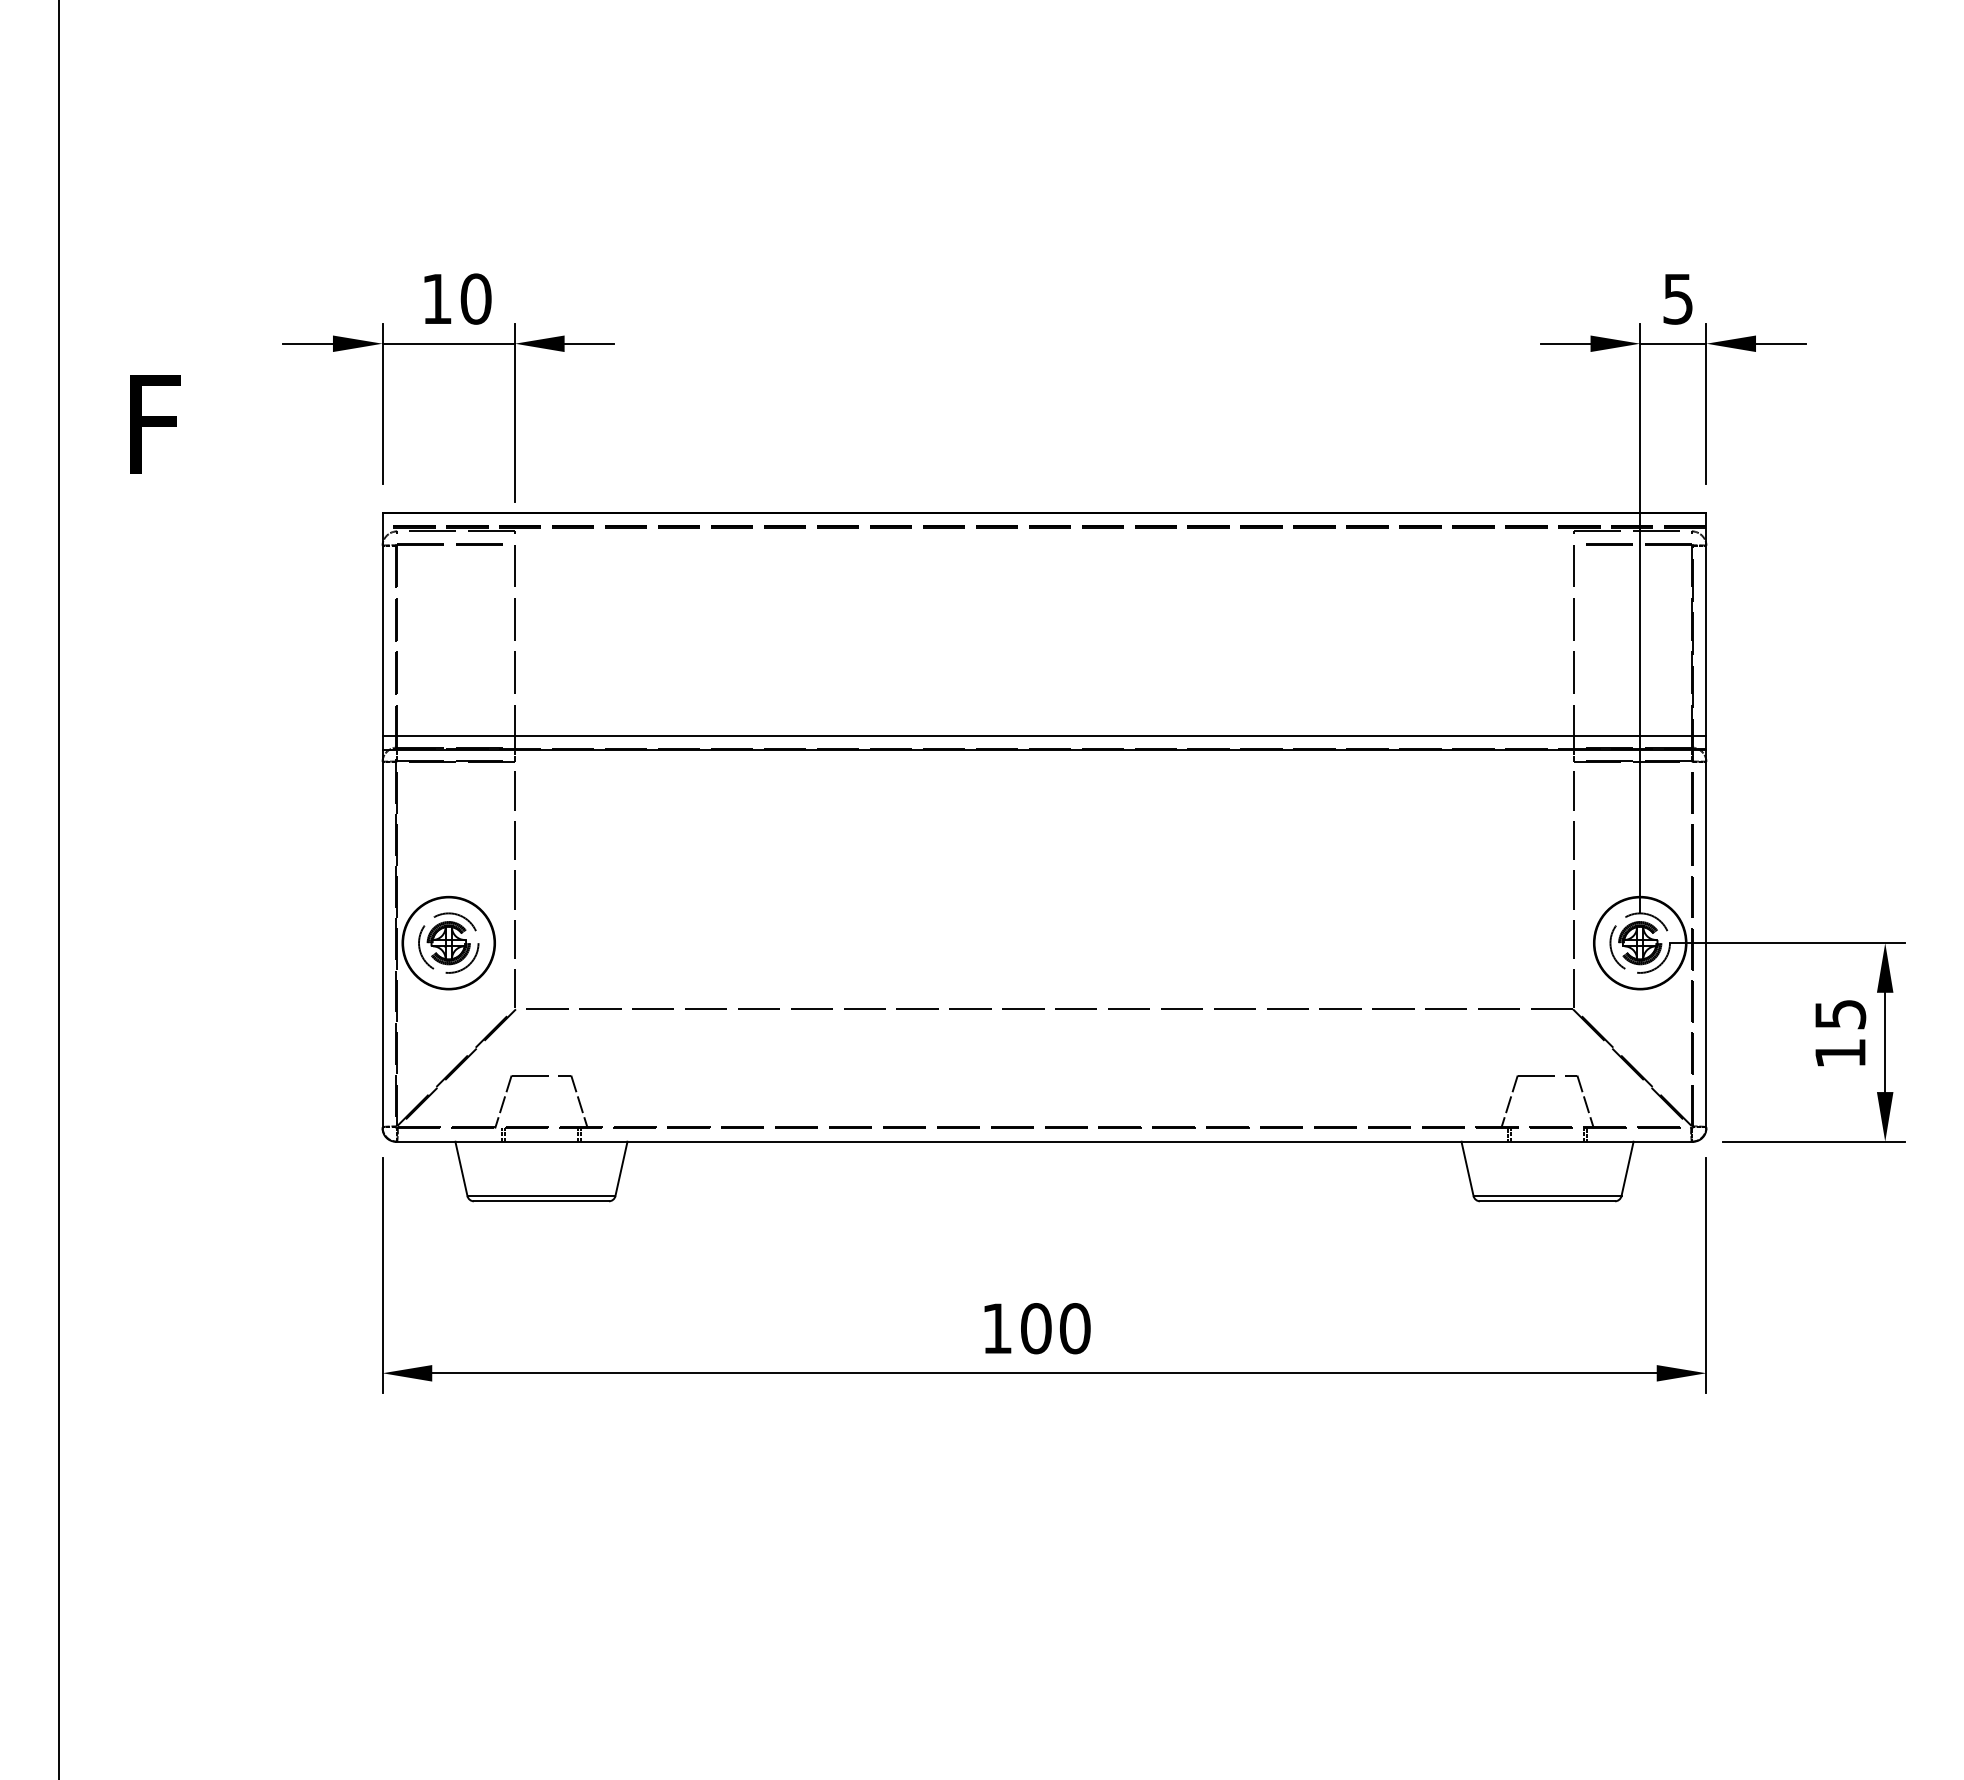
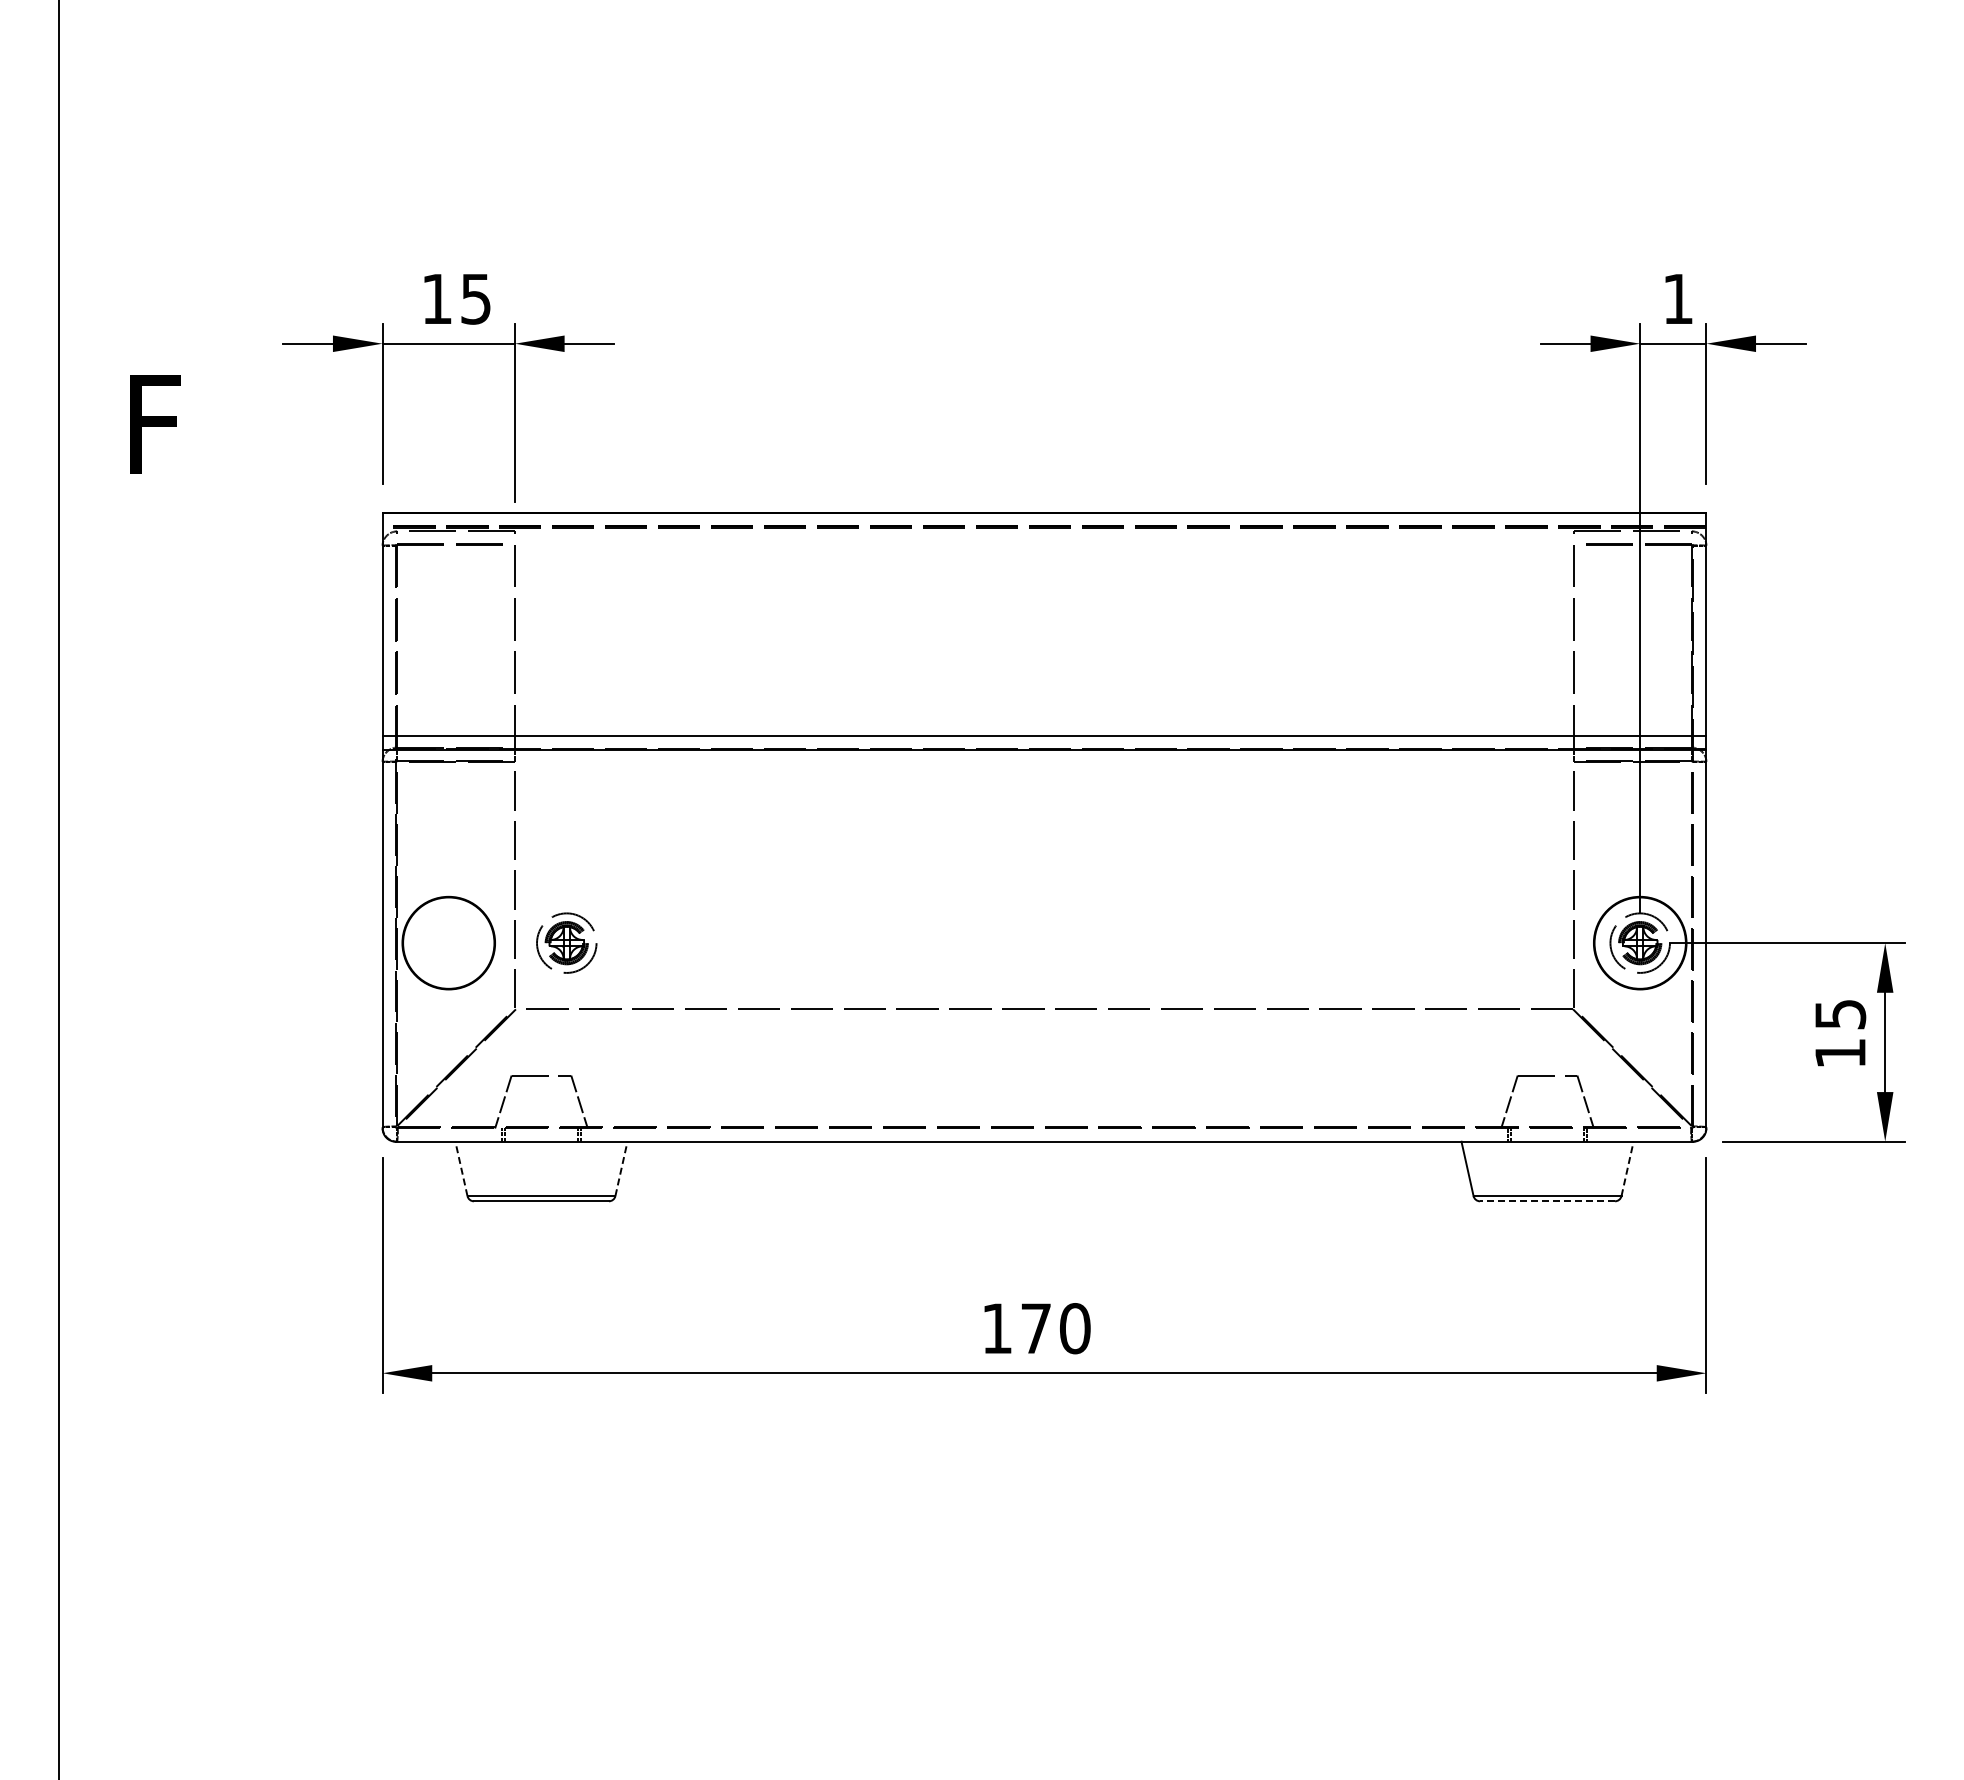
text at (475, 298): 10 -> 15
text at (1677, 299): 5 -> 1
part at (448, 942) position: (448, 942) -> (566, 942)
line at (461, 1168): solid -> dashed
line at (621, 1168): solid -> dashed
line at (1627, 1168): solid -> dashed
line at (1547, 1201): solid -> dashed
text at (1036, 1328): 100 -> 170
